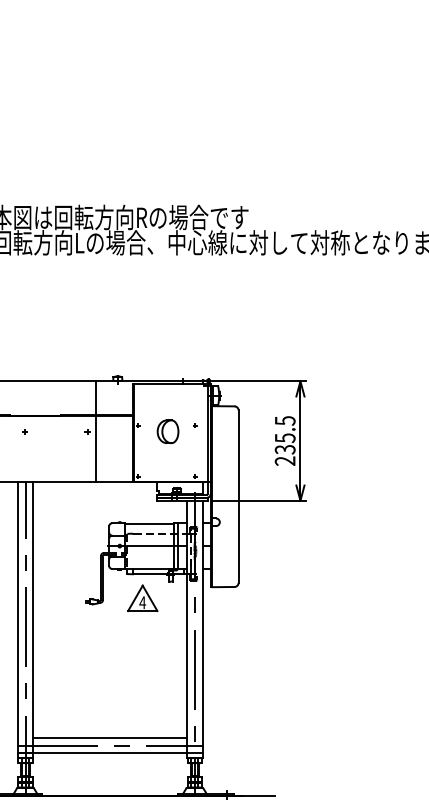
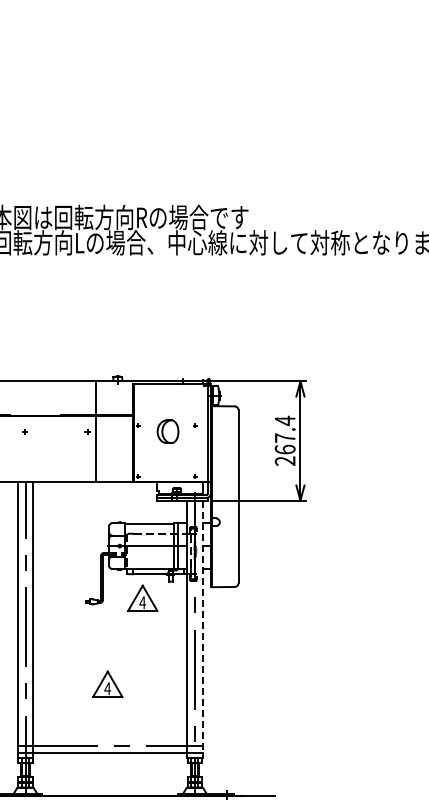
text at (284, 434): 235.5 -> 267.4
line at (202, 629): solid -> dashed
part at (107, 684): none -> present
line at (110, 737): present -> none
